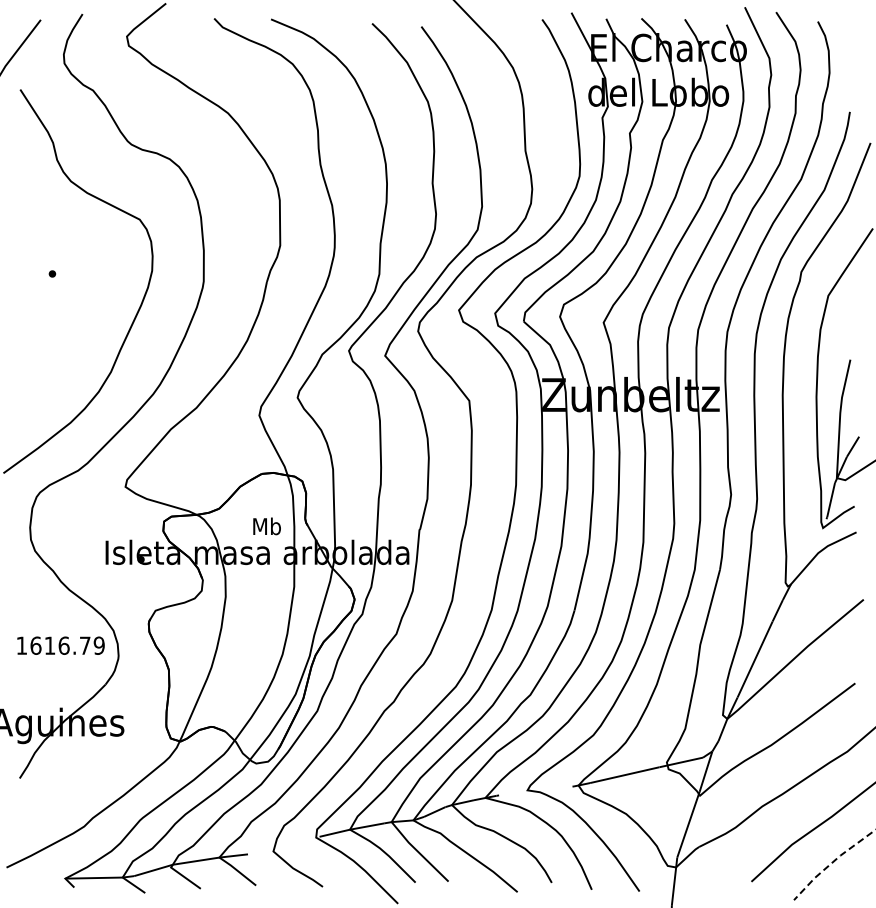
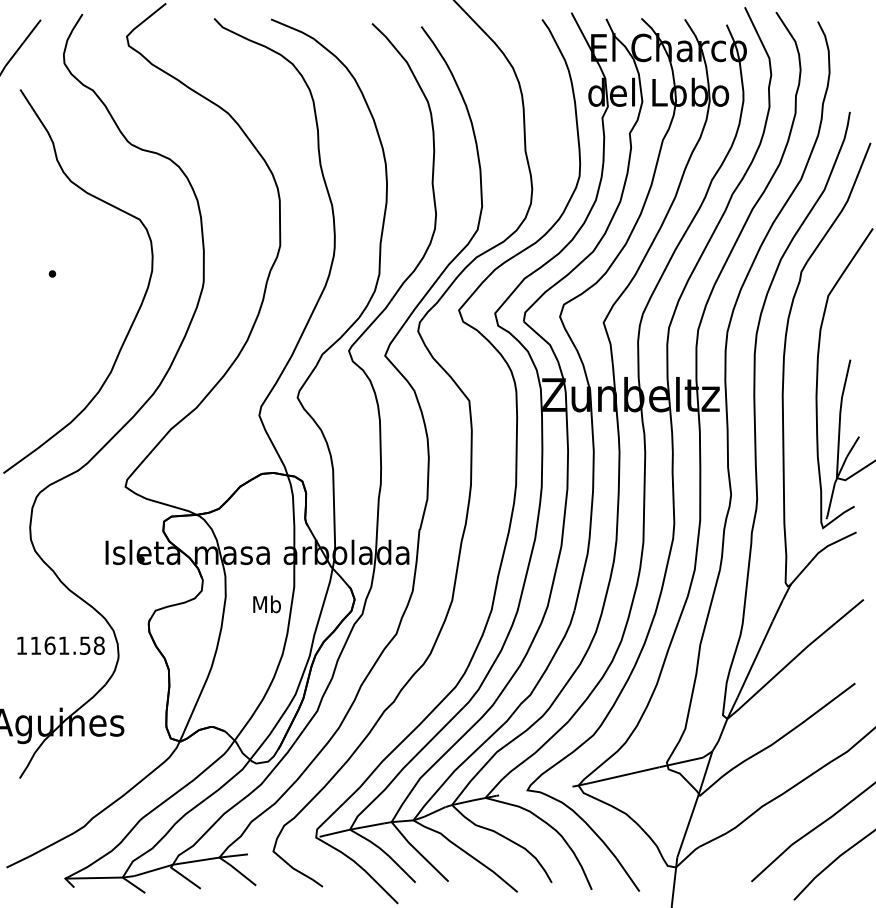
text at (266, 526) position: (266, 526) -> (266, 604)
text at (67, 645): 1616.79 -> 1161.58
line at (832, 862): dashed -> solid
